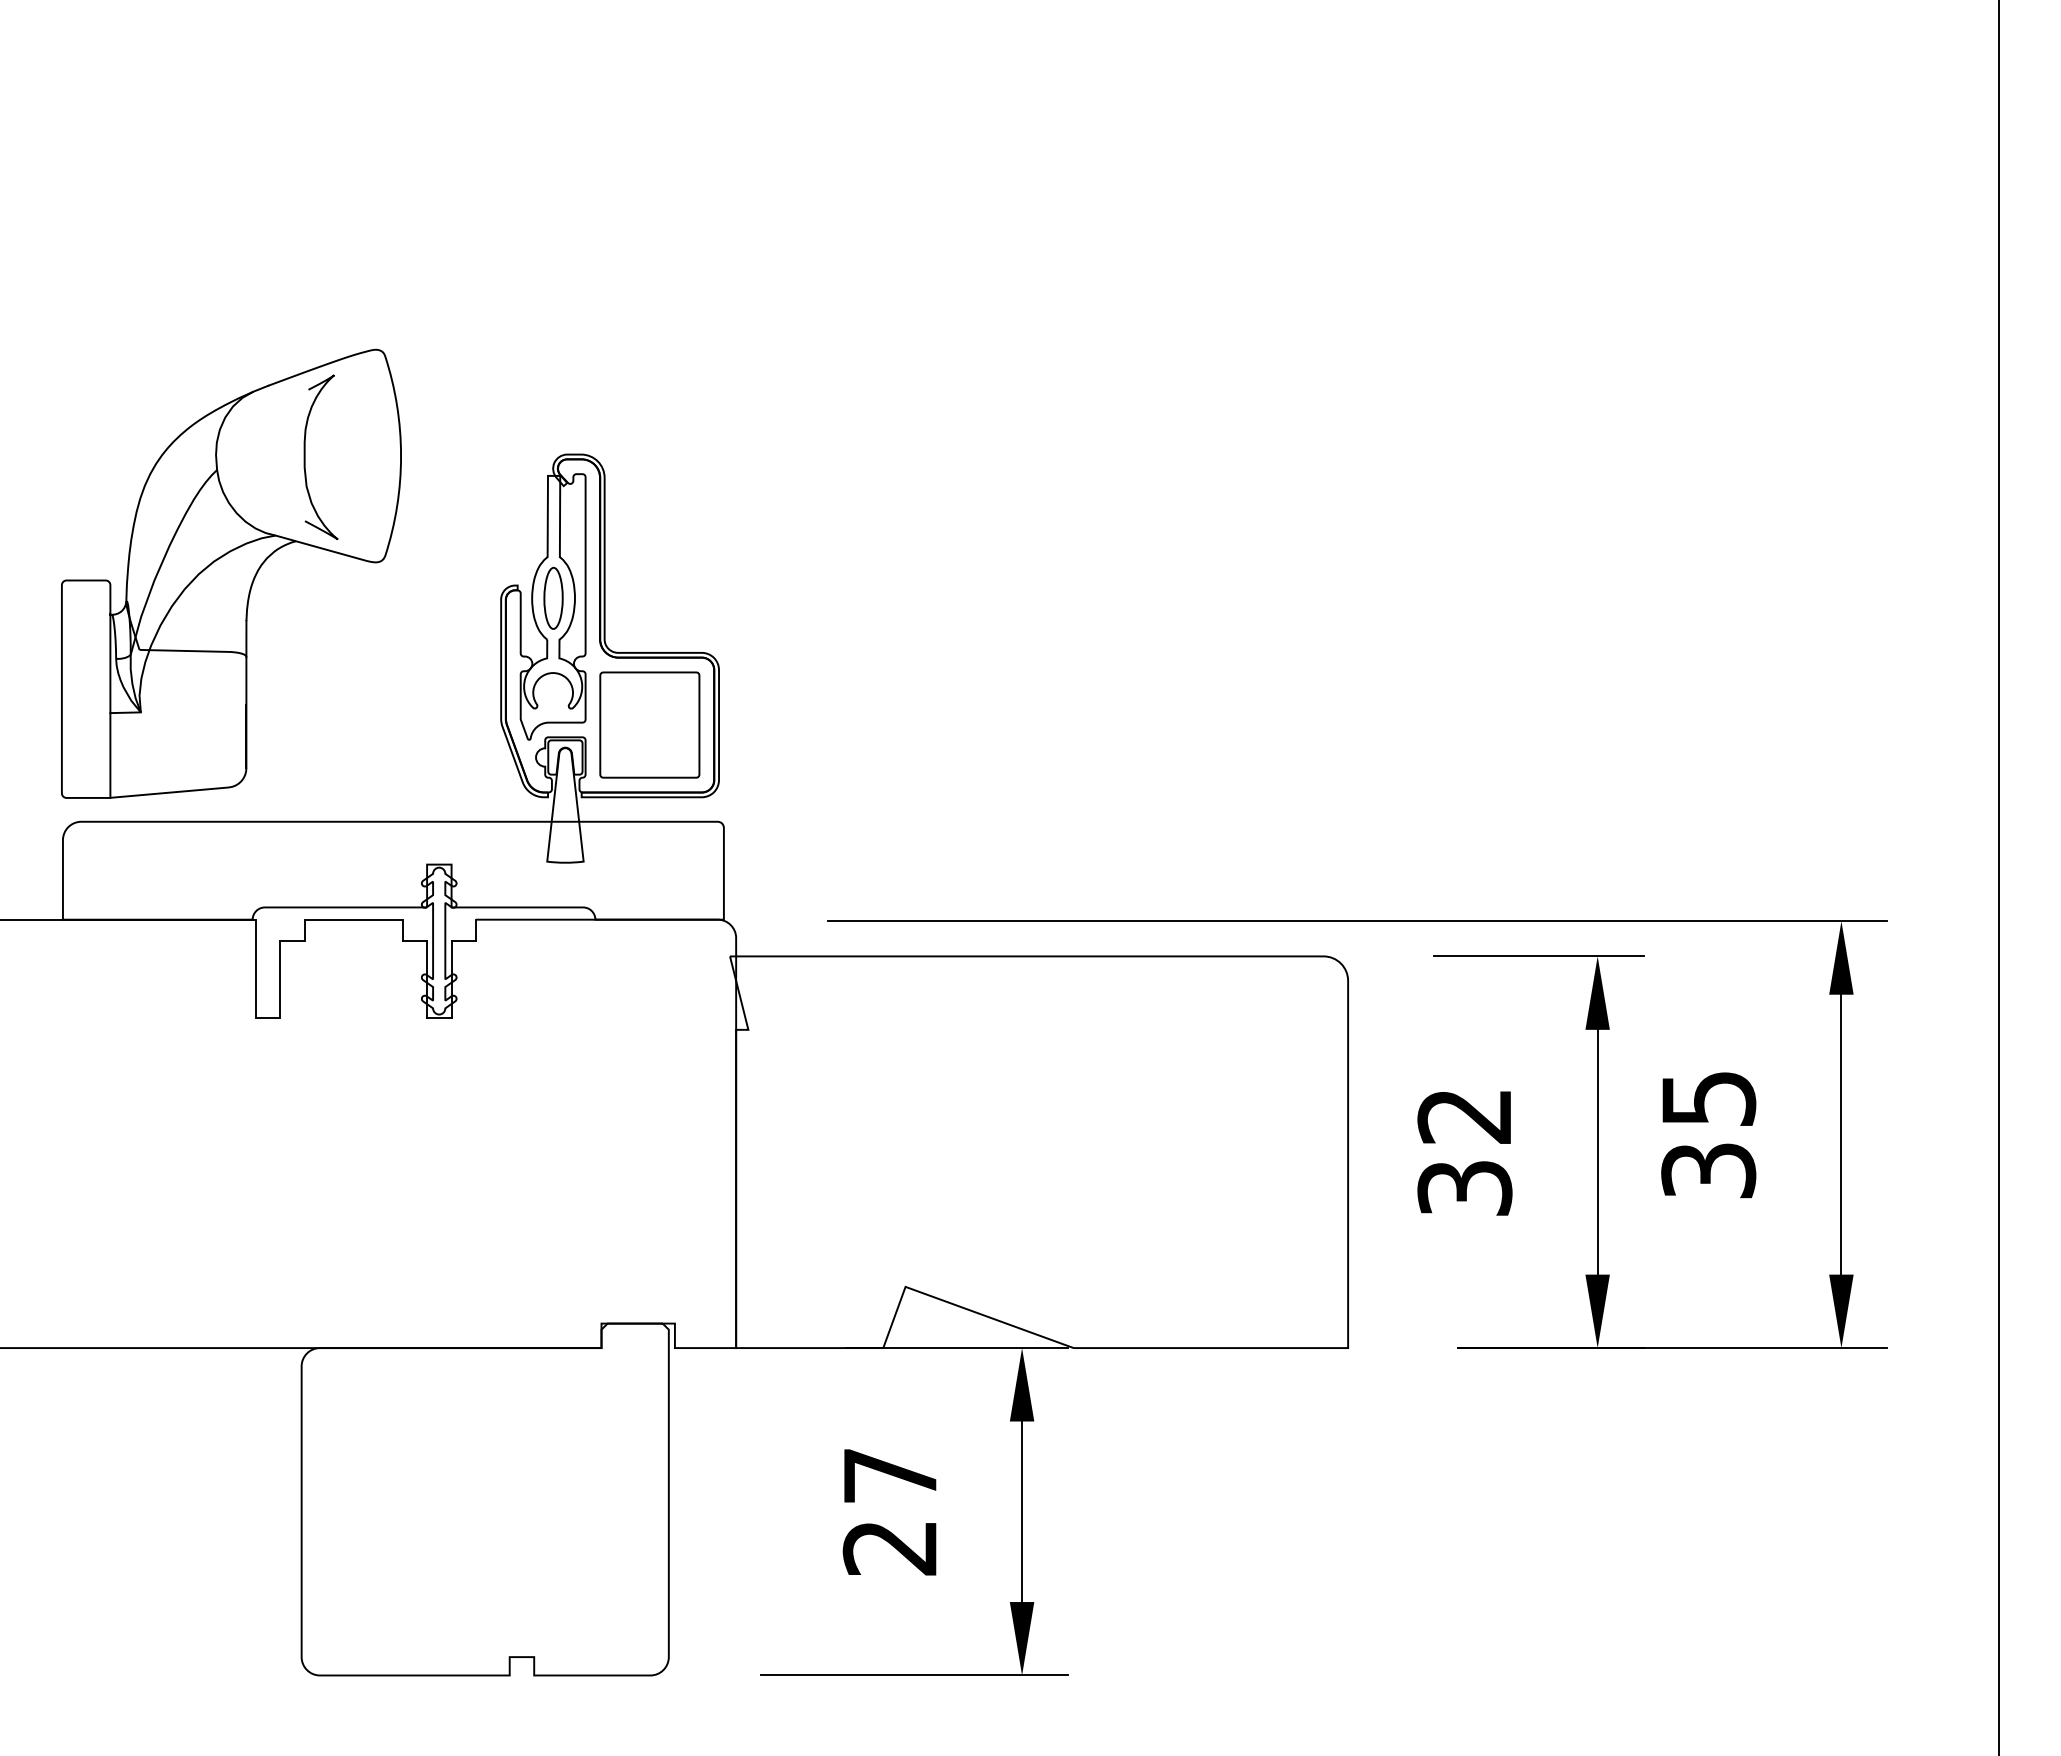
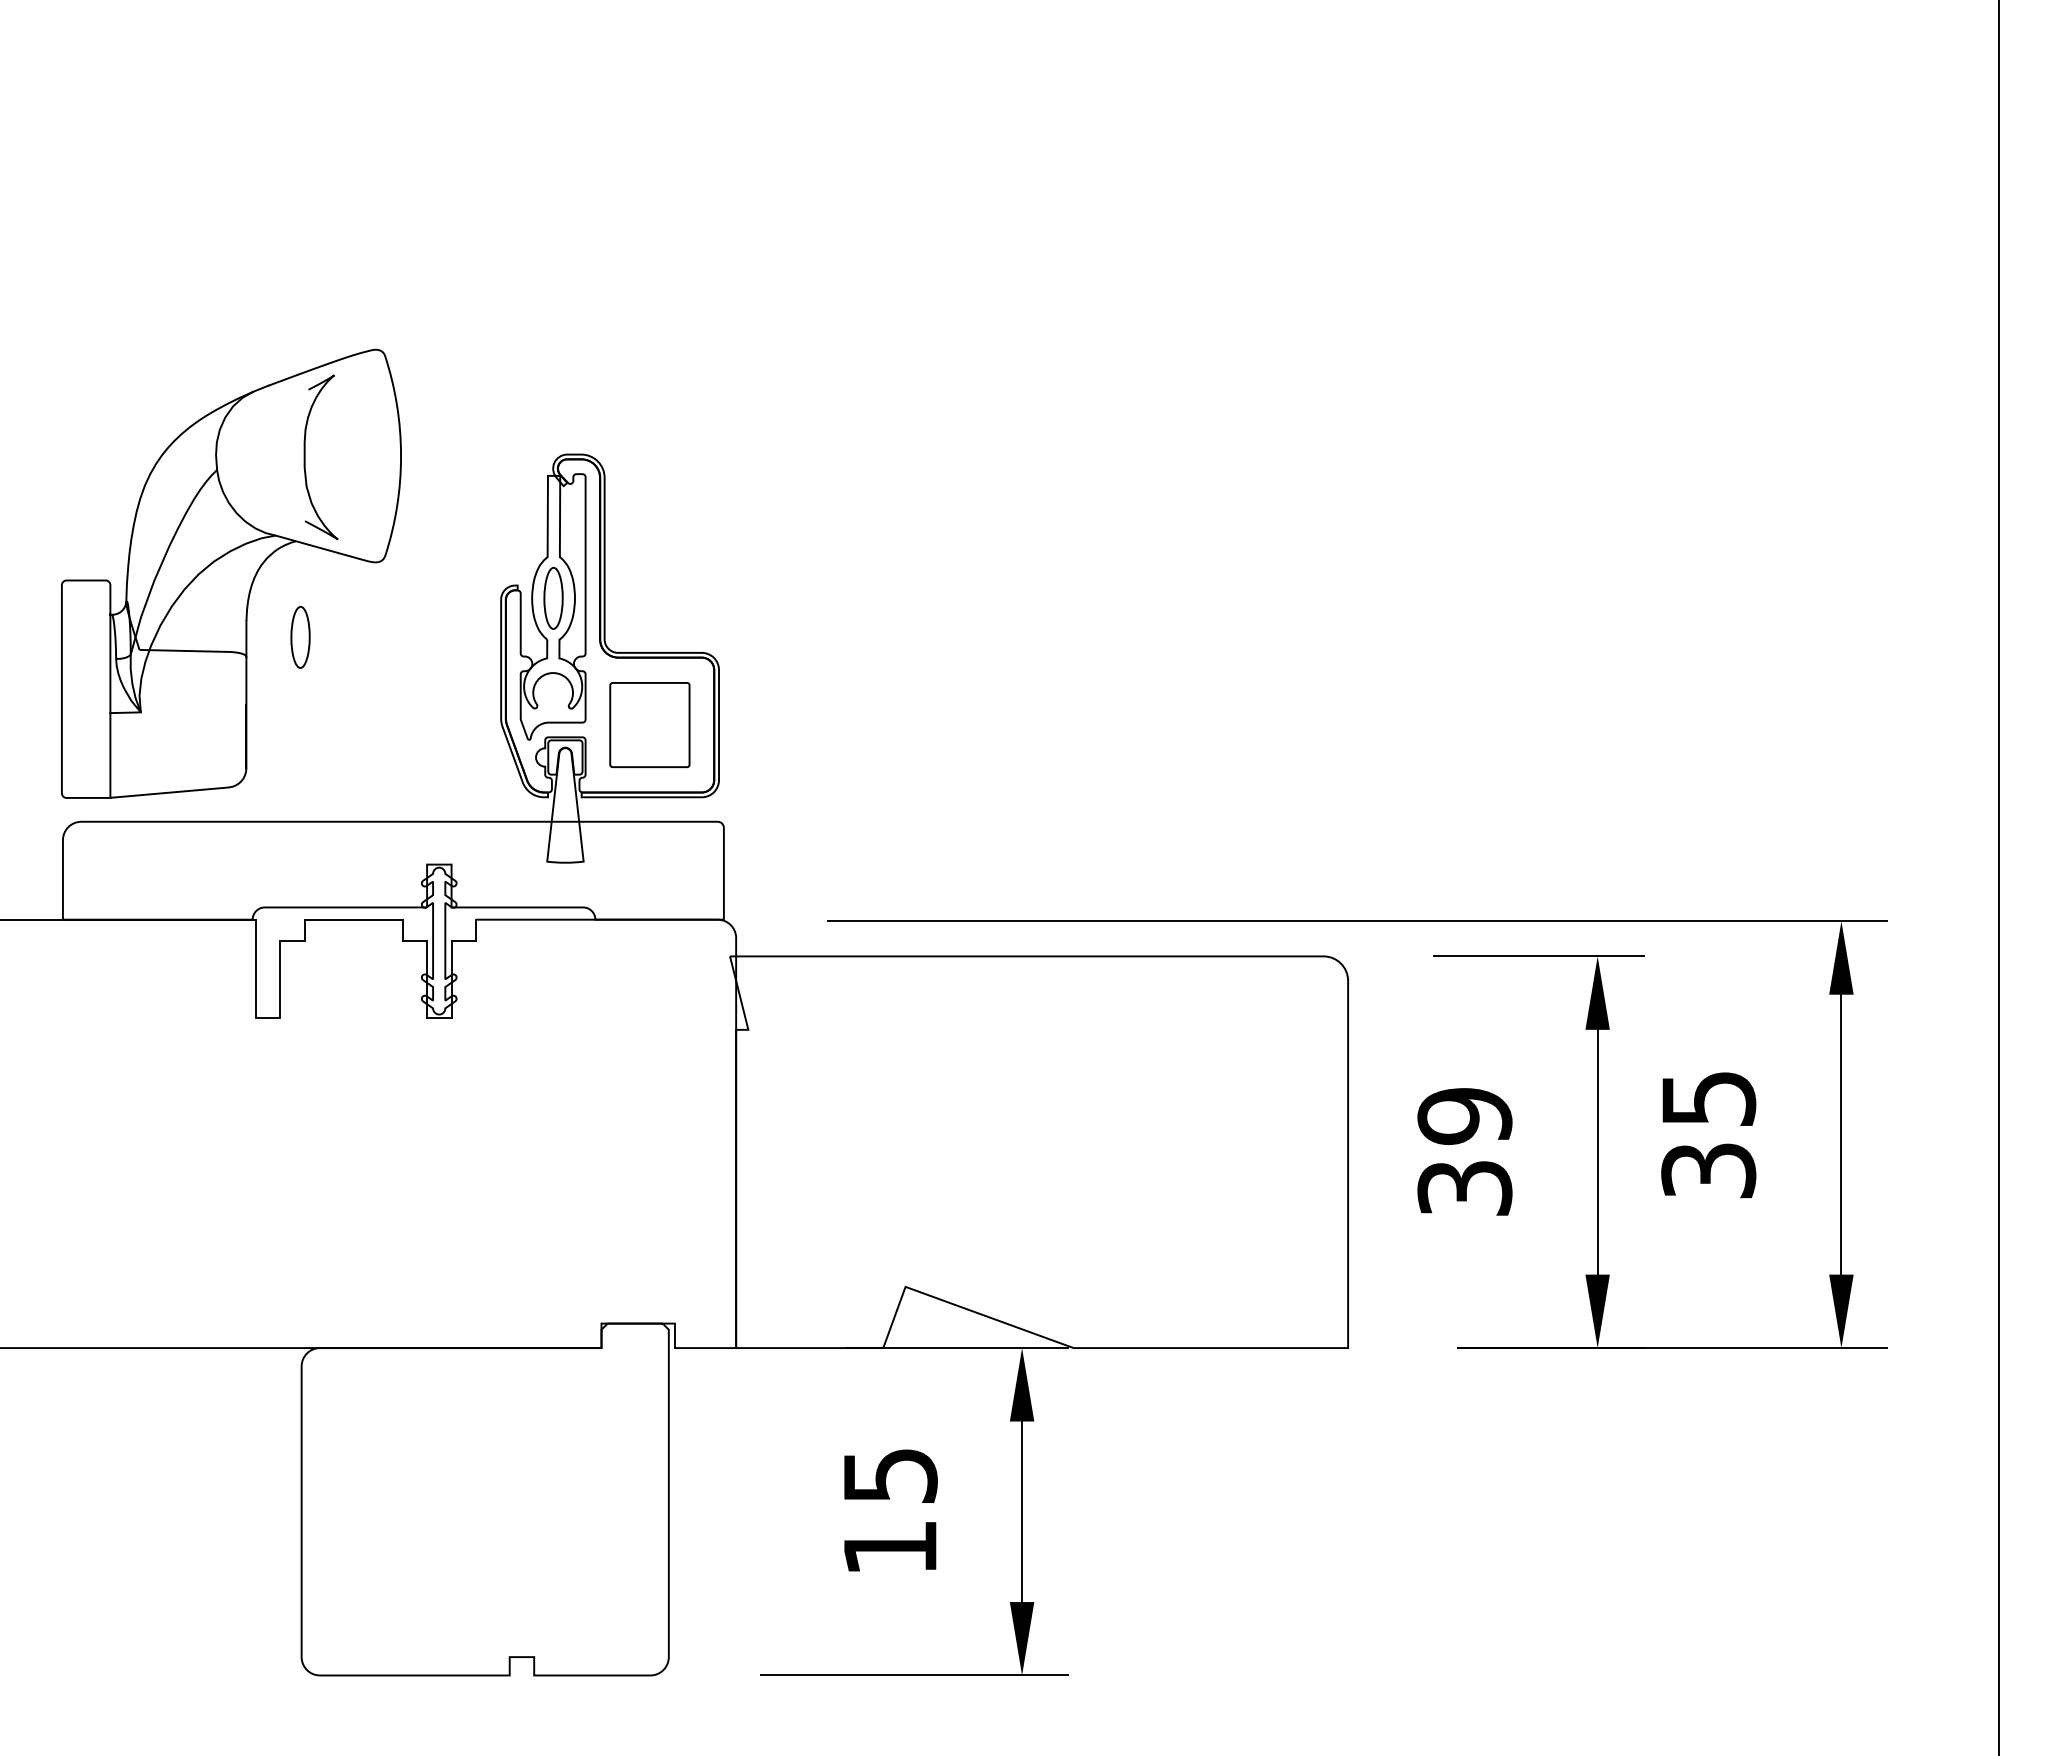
part at (300, 636): none -> present
part at (649, 724) size: 102x108 px -> 82x87 px
text at (1464, 1116): 32 -> 39
text at (889, 1512): 27 -> 15
